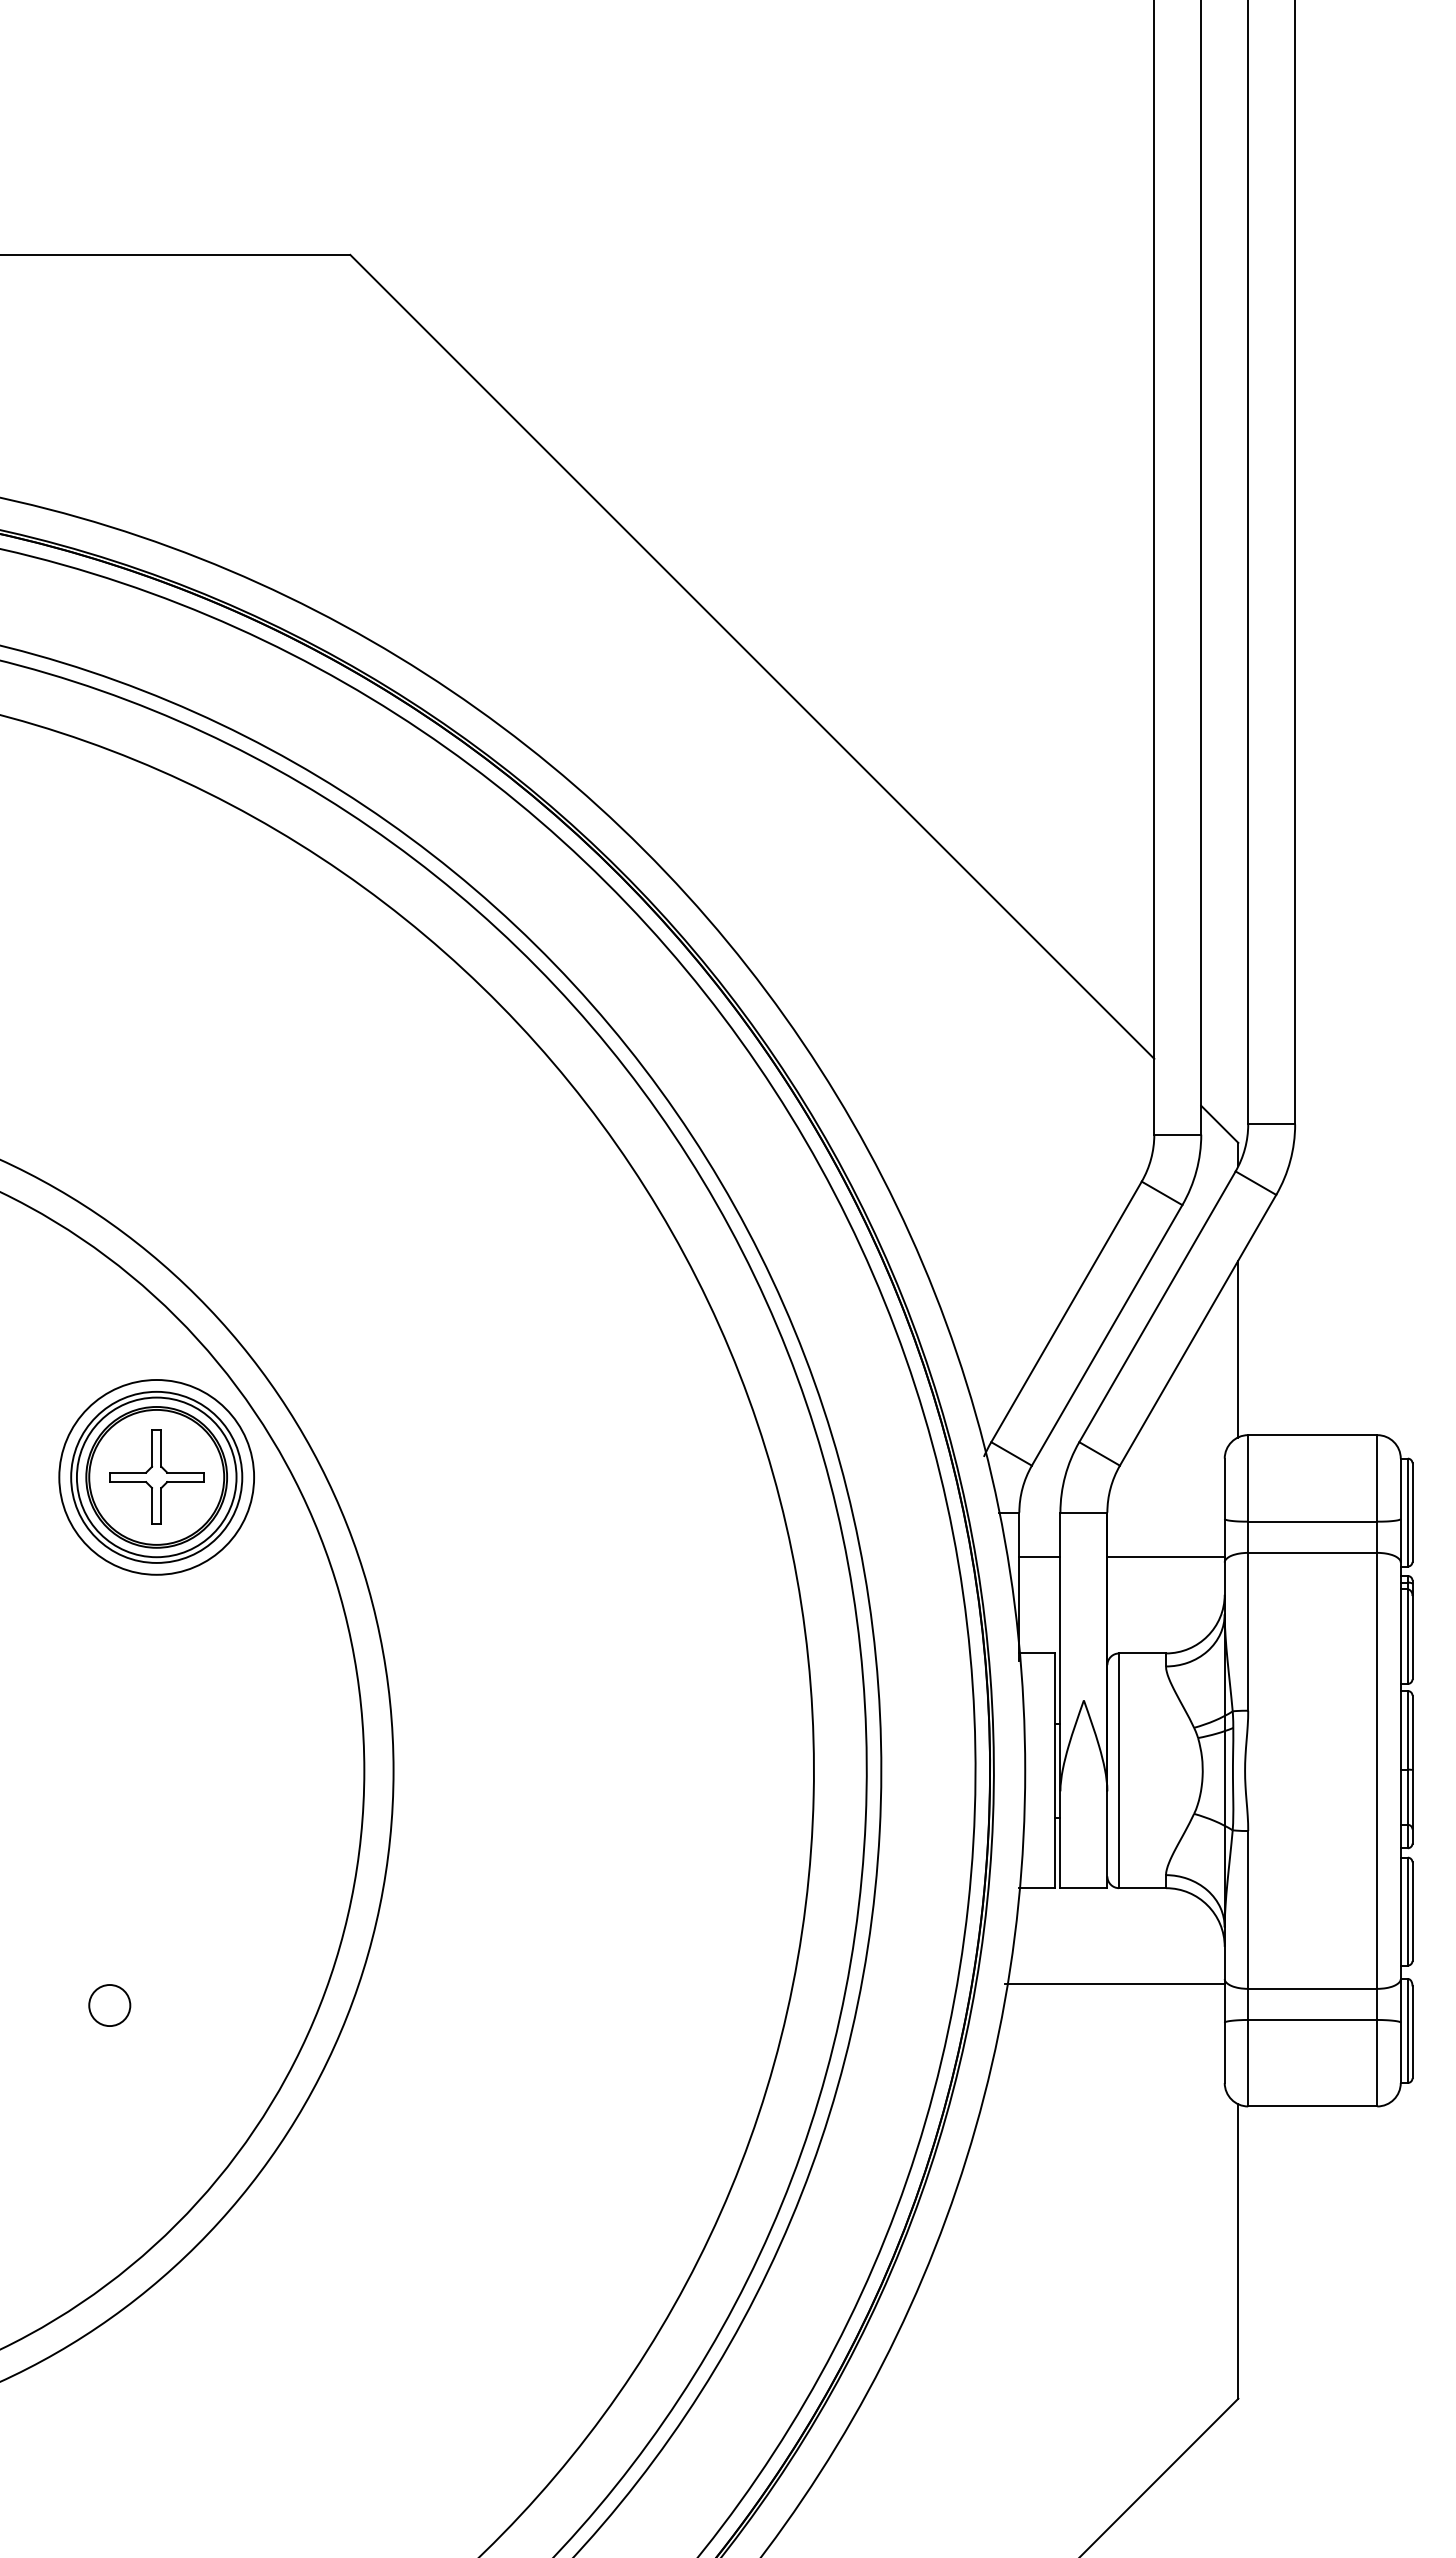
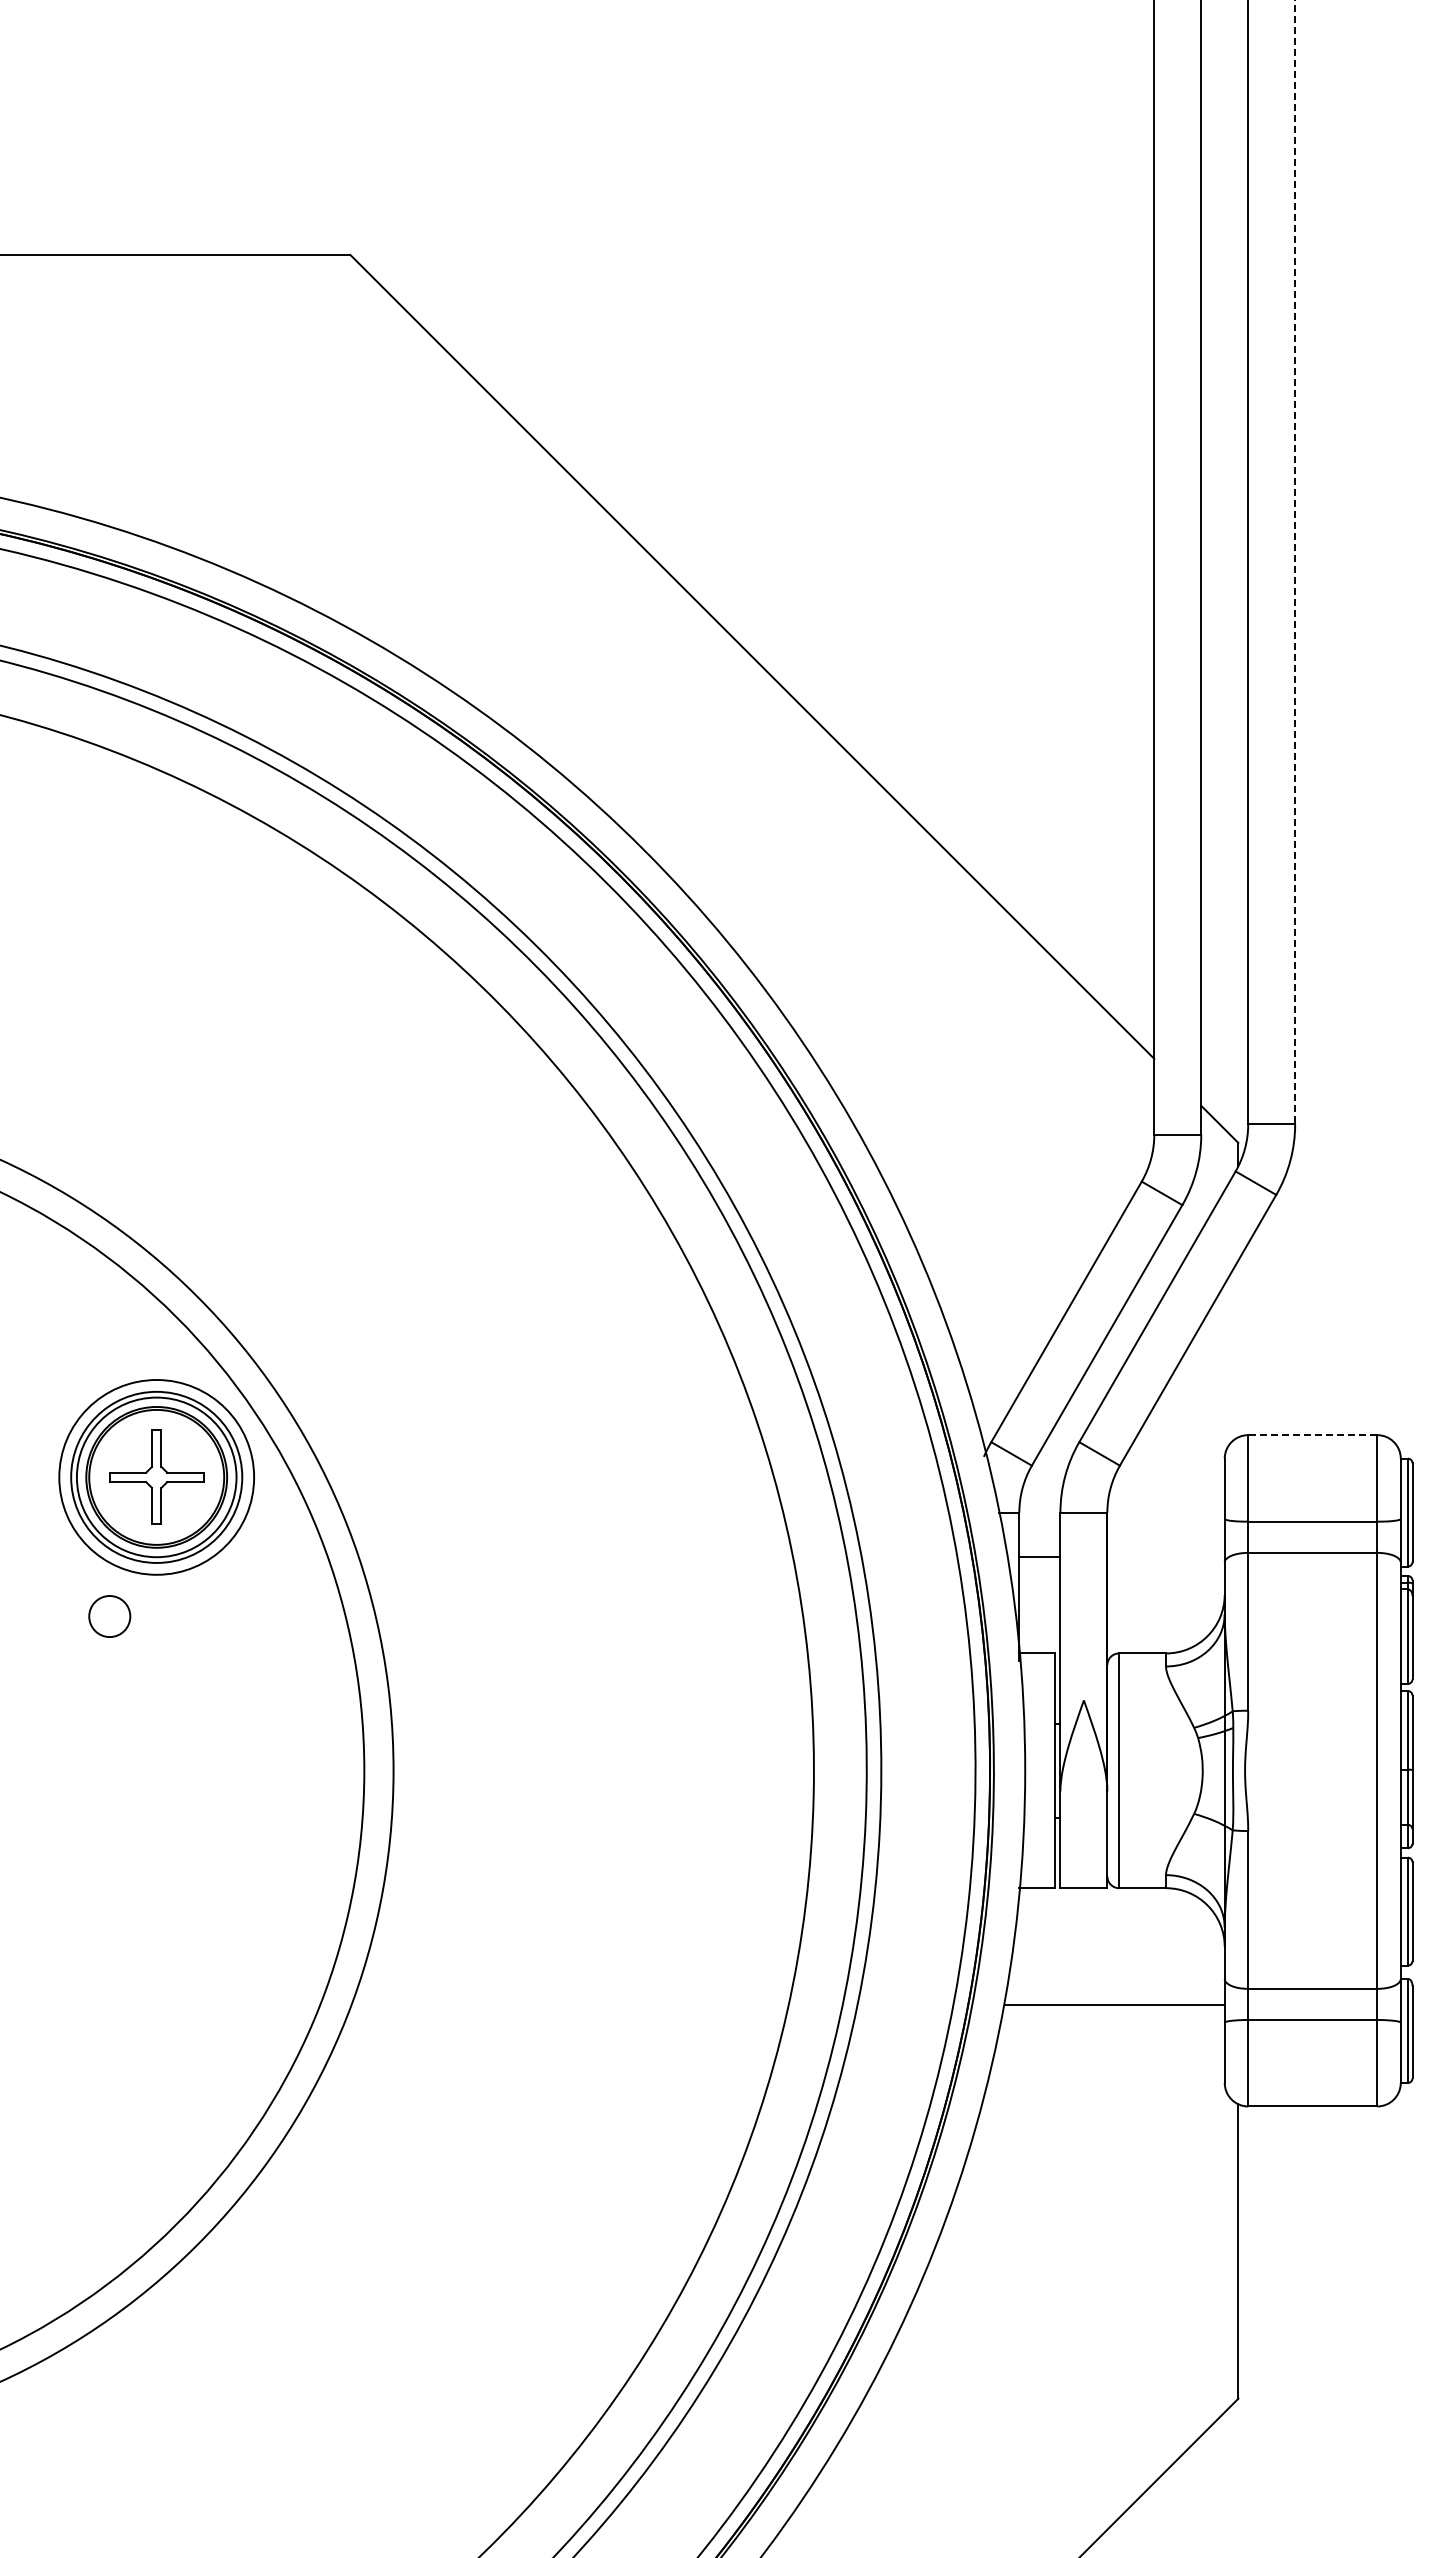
line at (1295, 562): solid -> dashed
line at (1238, 1348): present -> none
line at (1312, 1435): solid -> dashed
line at (1165, 1557): present -> none
line at (1114, 1984) position: (1114, 1984) -> (1114, 2005)
circle at (109, 2005) position: (109, 2005) -> (109, 1616)
